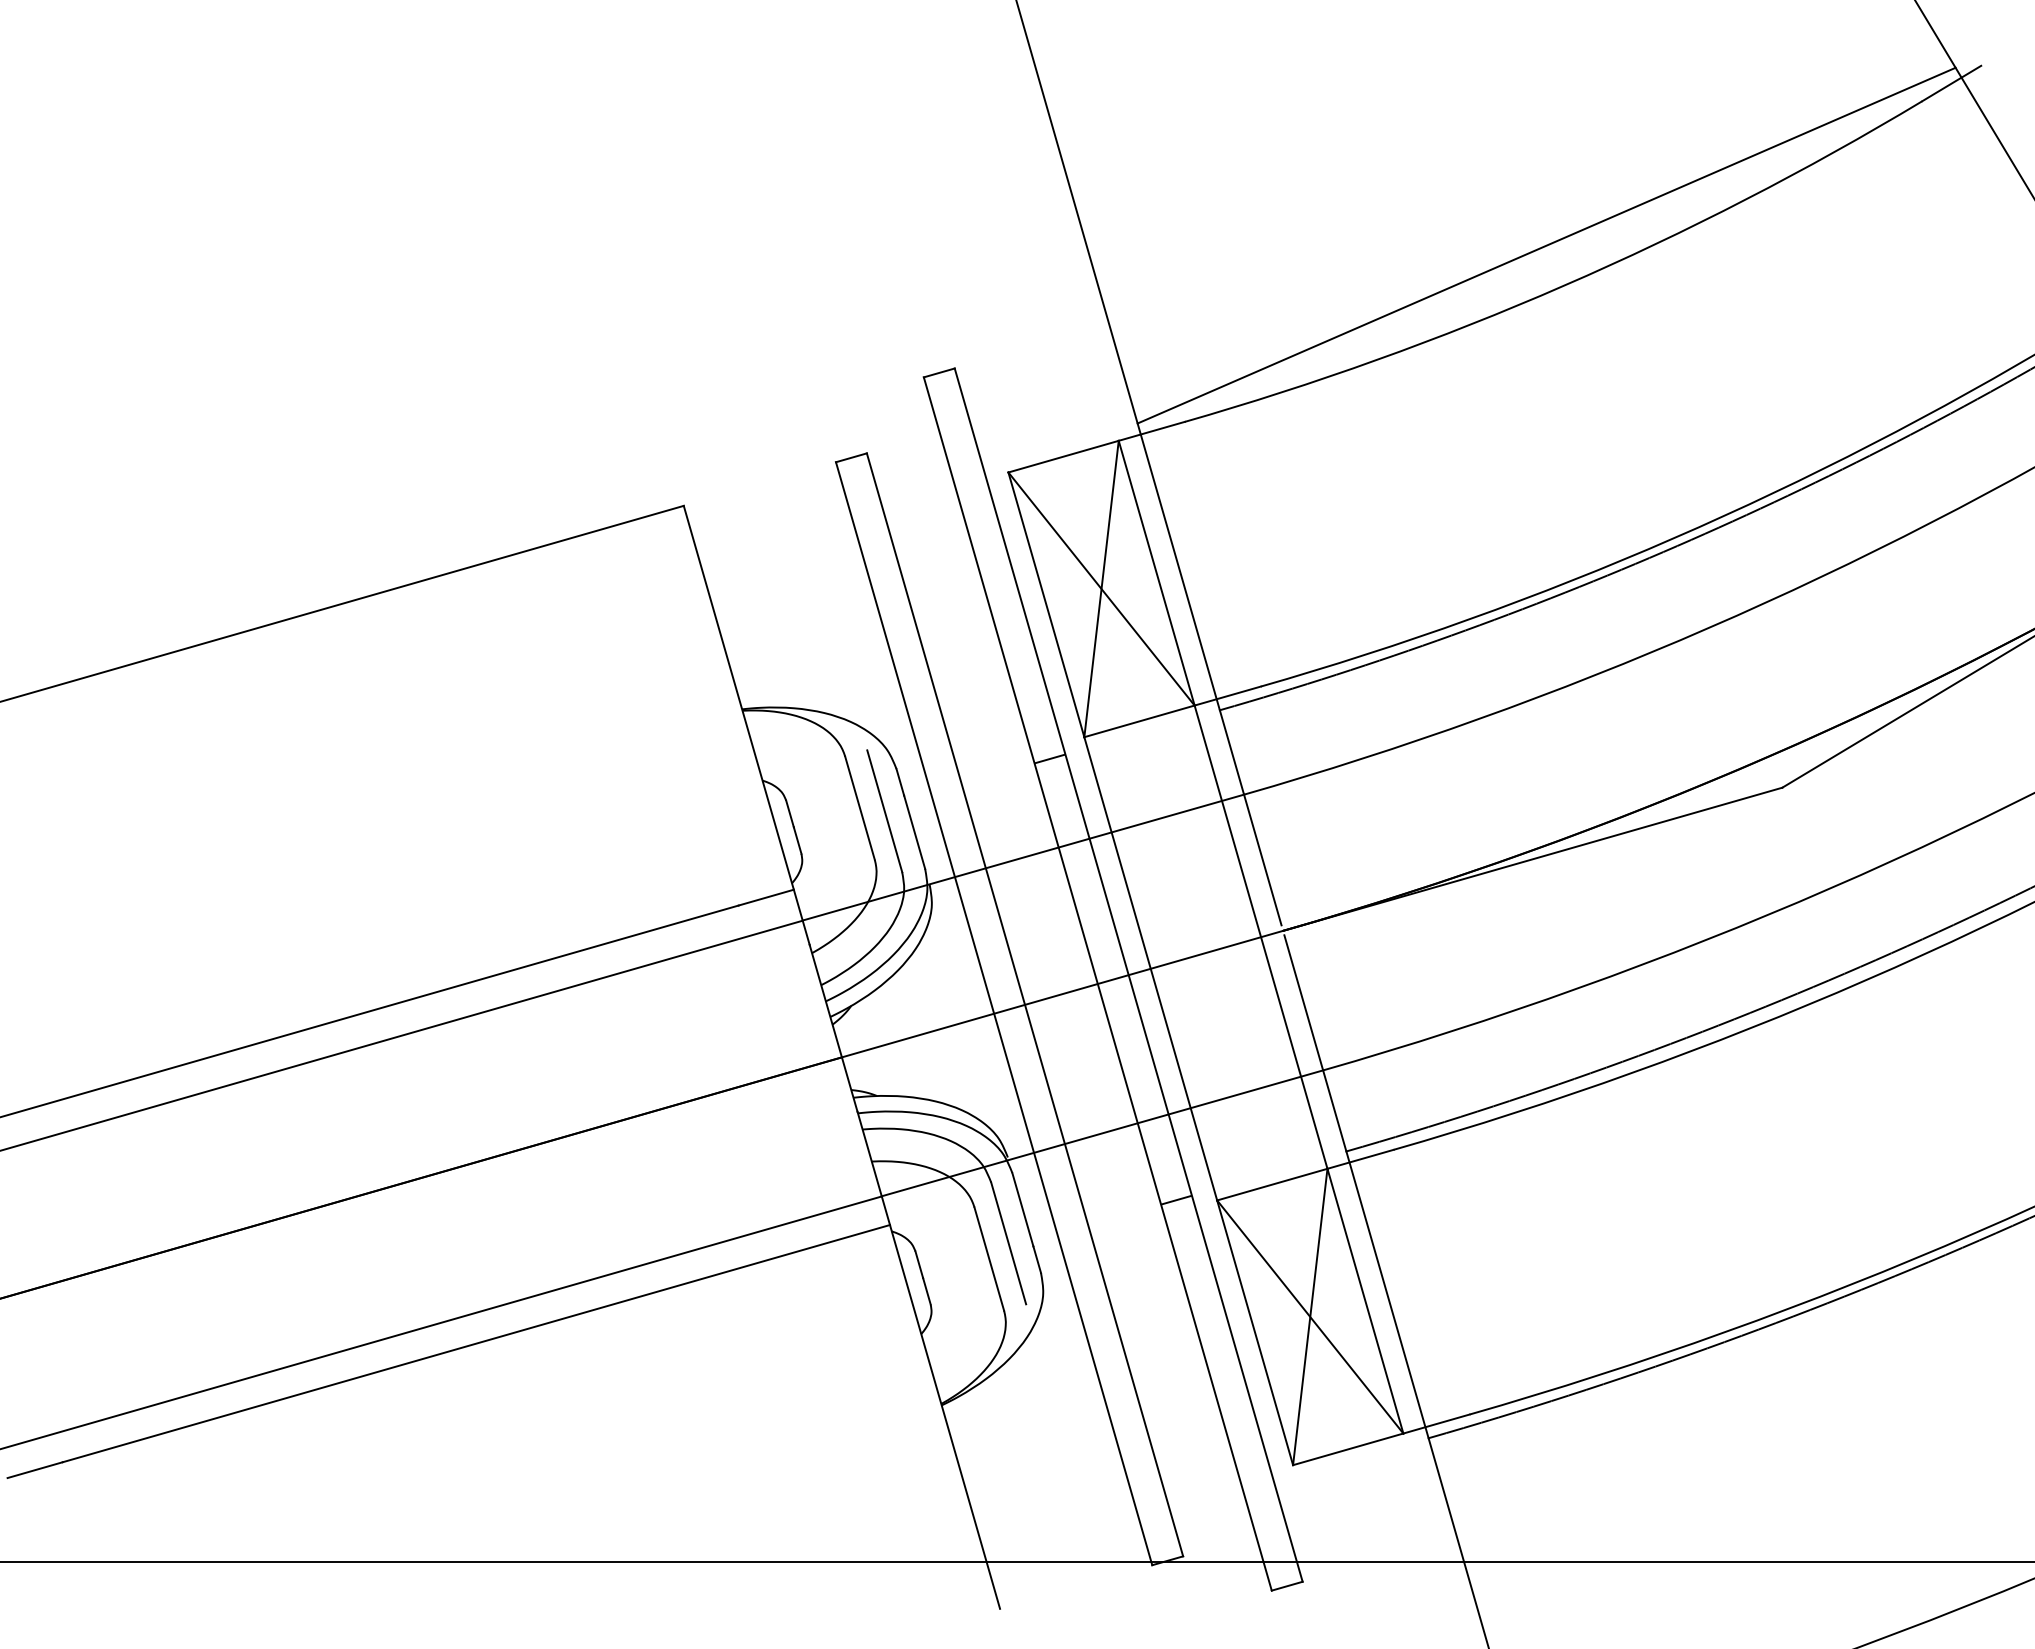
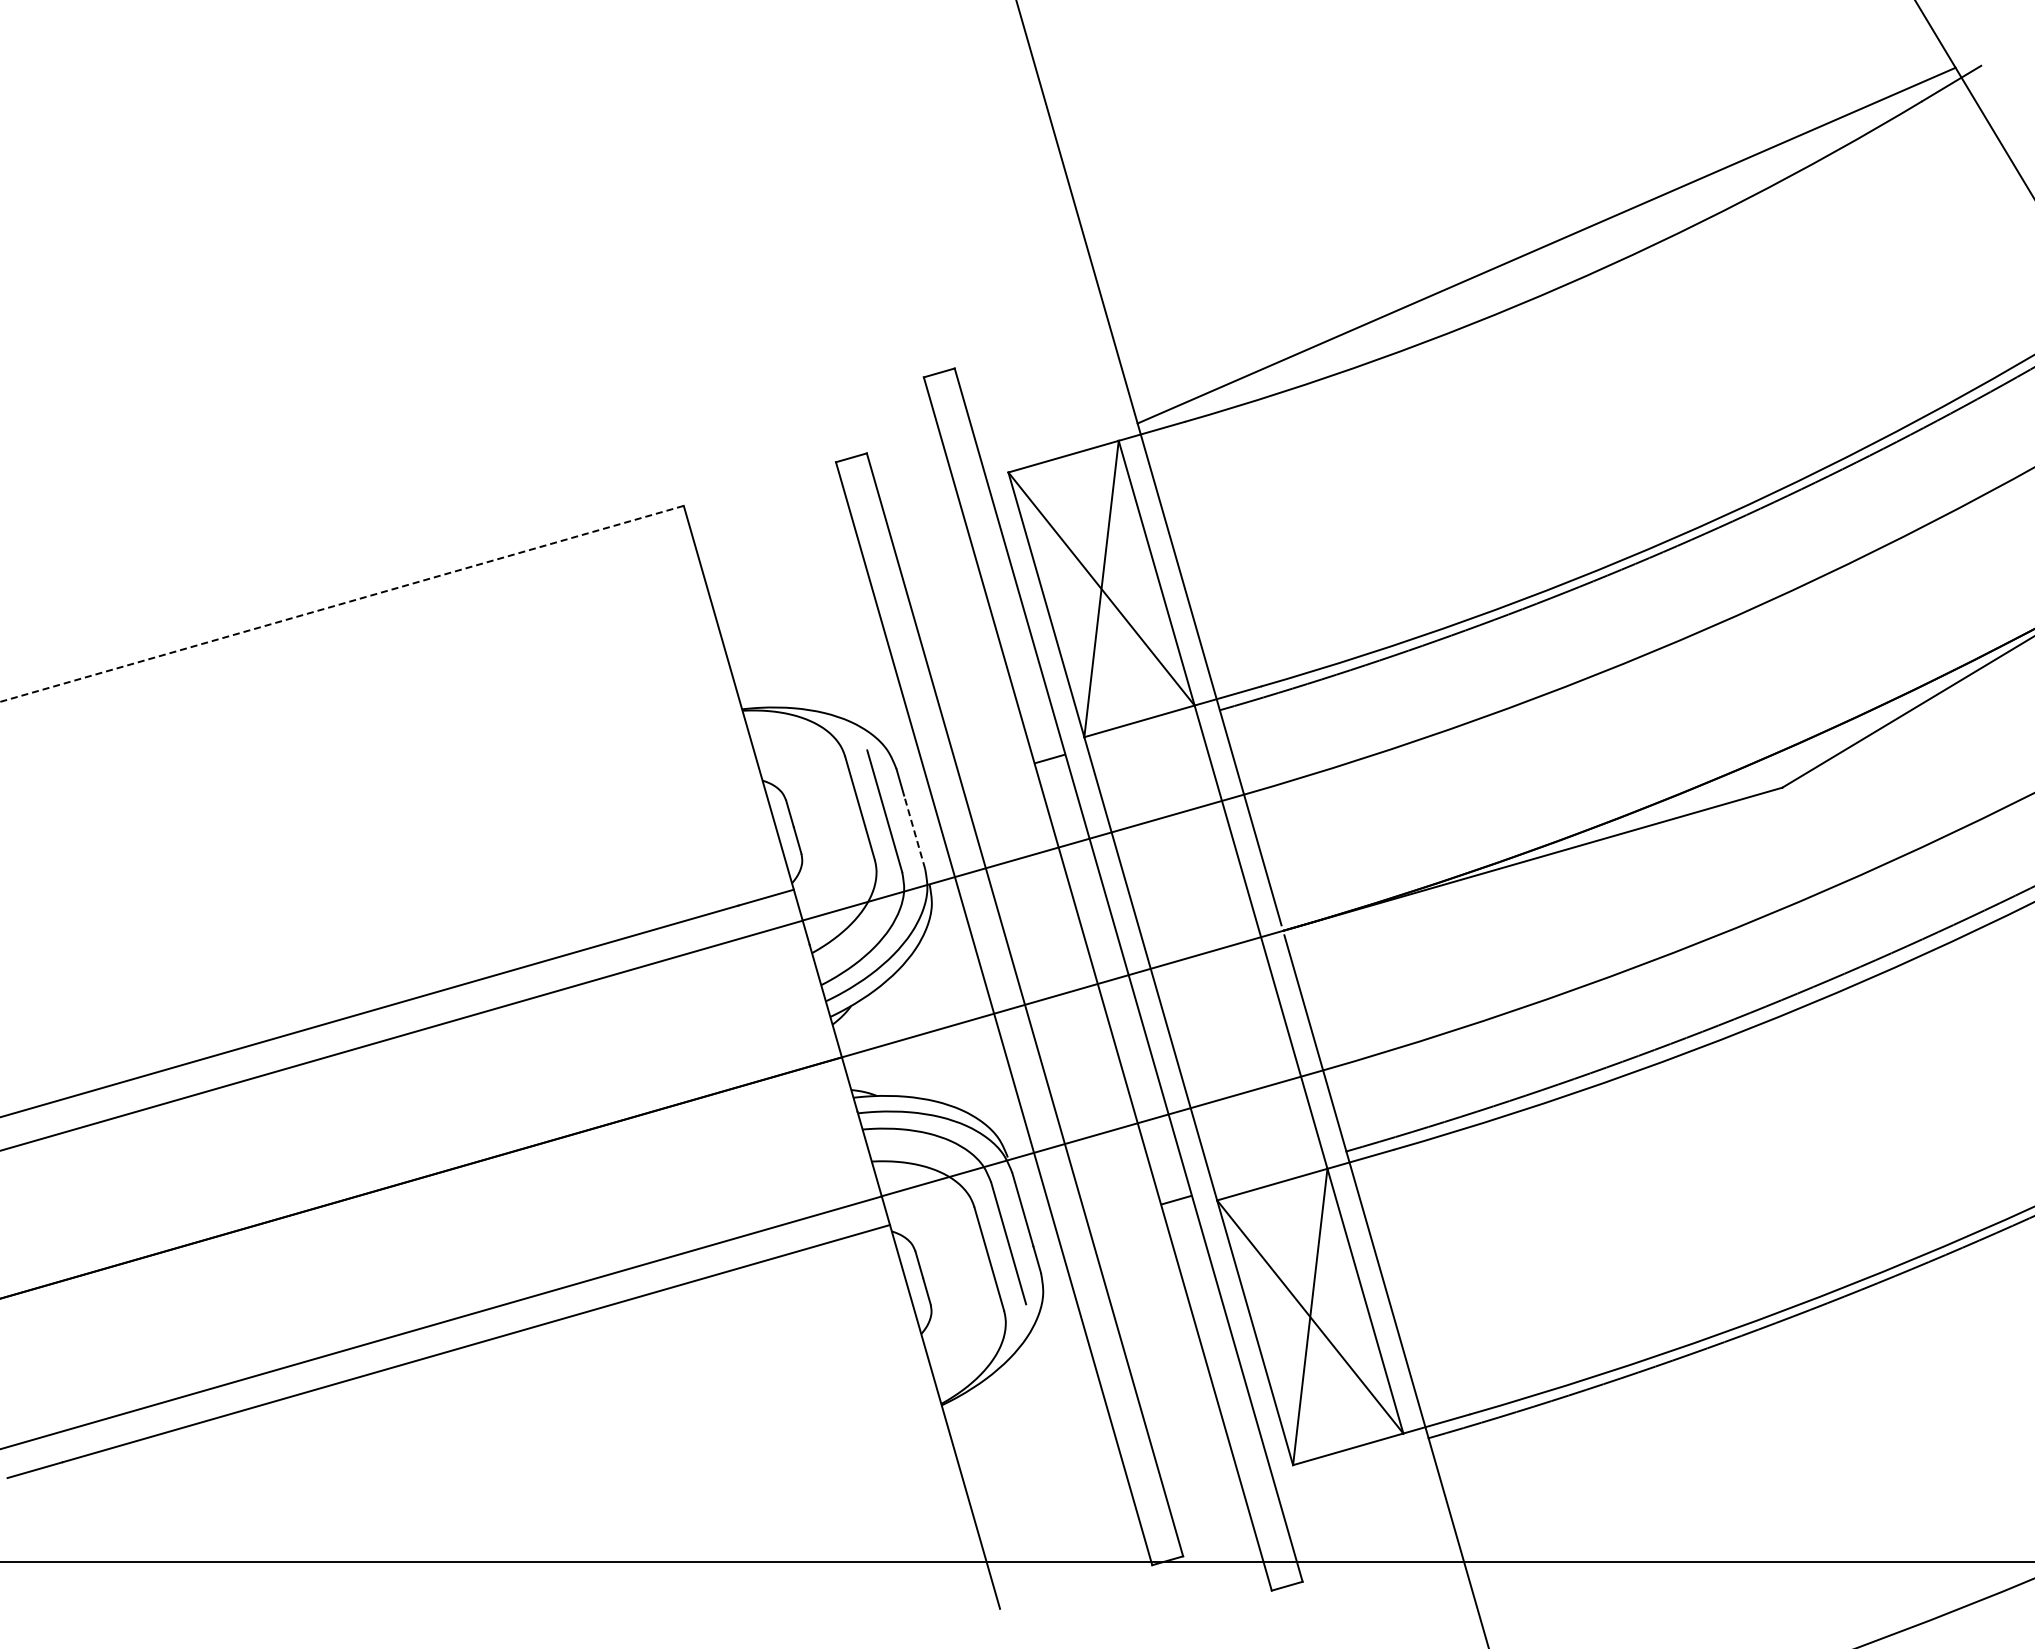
line at (341, 604): solid -> dashed
line at (914, 831): solid -> dashed
